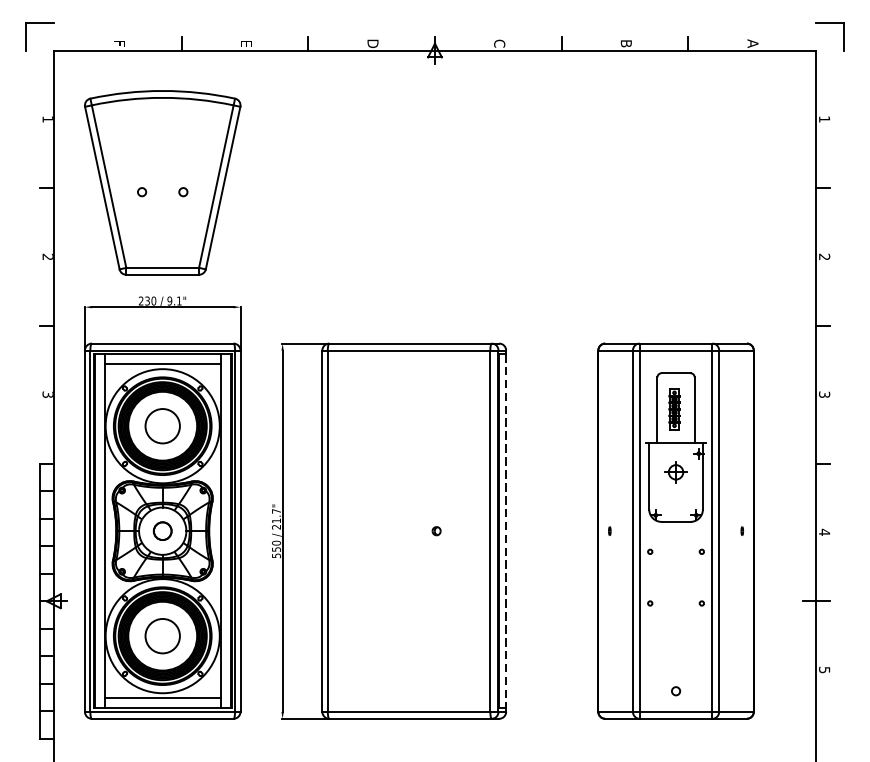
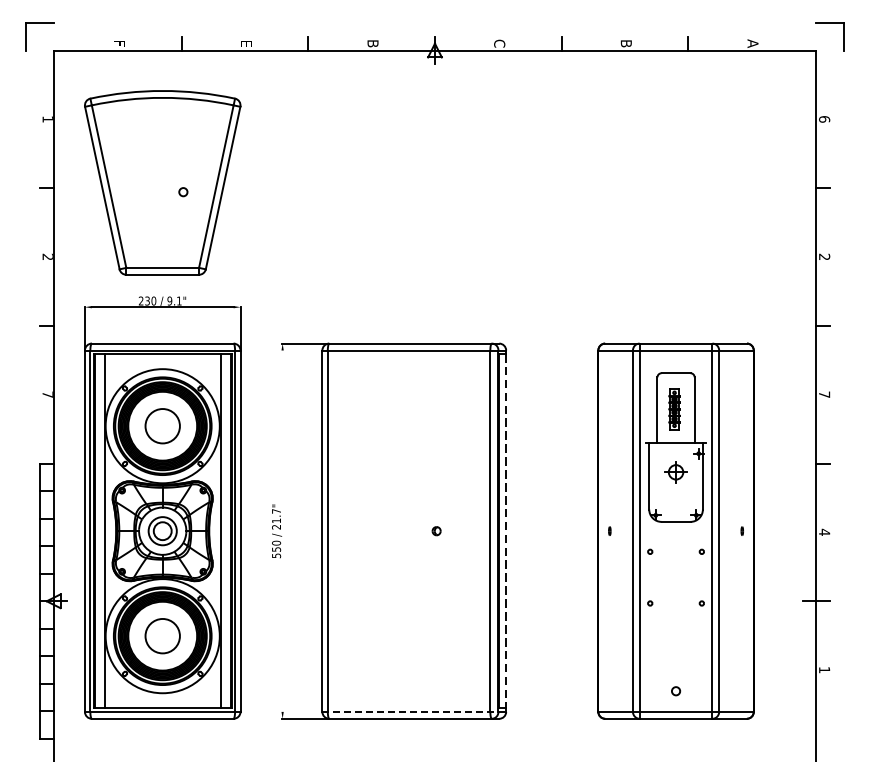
text at (372, 43): D -> B
text at (824, 119): 1 -> 6
circle at (142, 192): present -> none
line at (162, 364): present -> none
text at (47, 394): 3 -> 7
text at (824, 394): 3 -> 7
line at (282, 530): present -> none
circle at (162, 531) diameter: 18 px -> 28 px
text at (824, 669): 5 -> 1
line at (162, 698): present -> none
line at (414, 711): solid -> dashed
